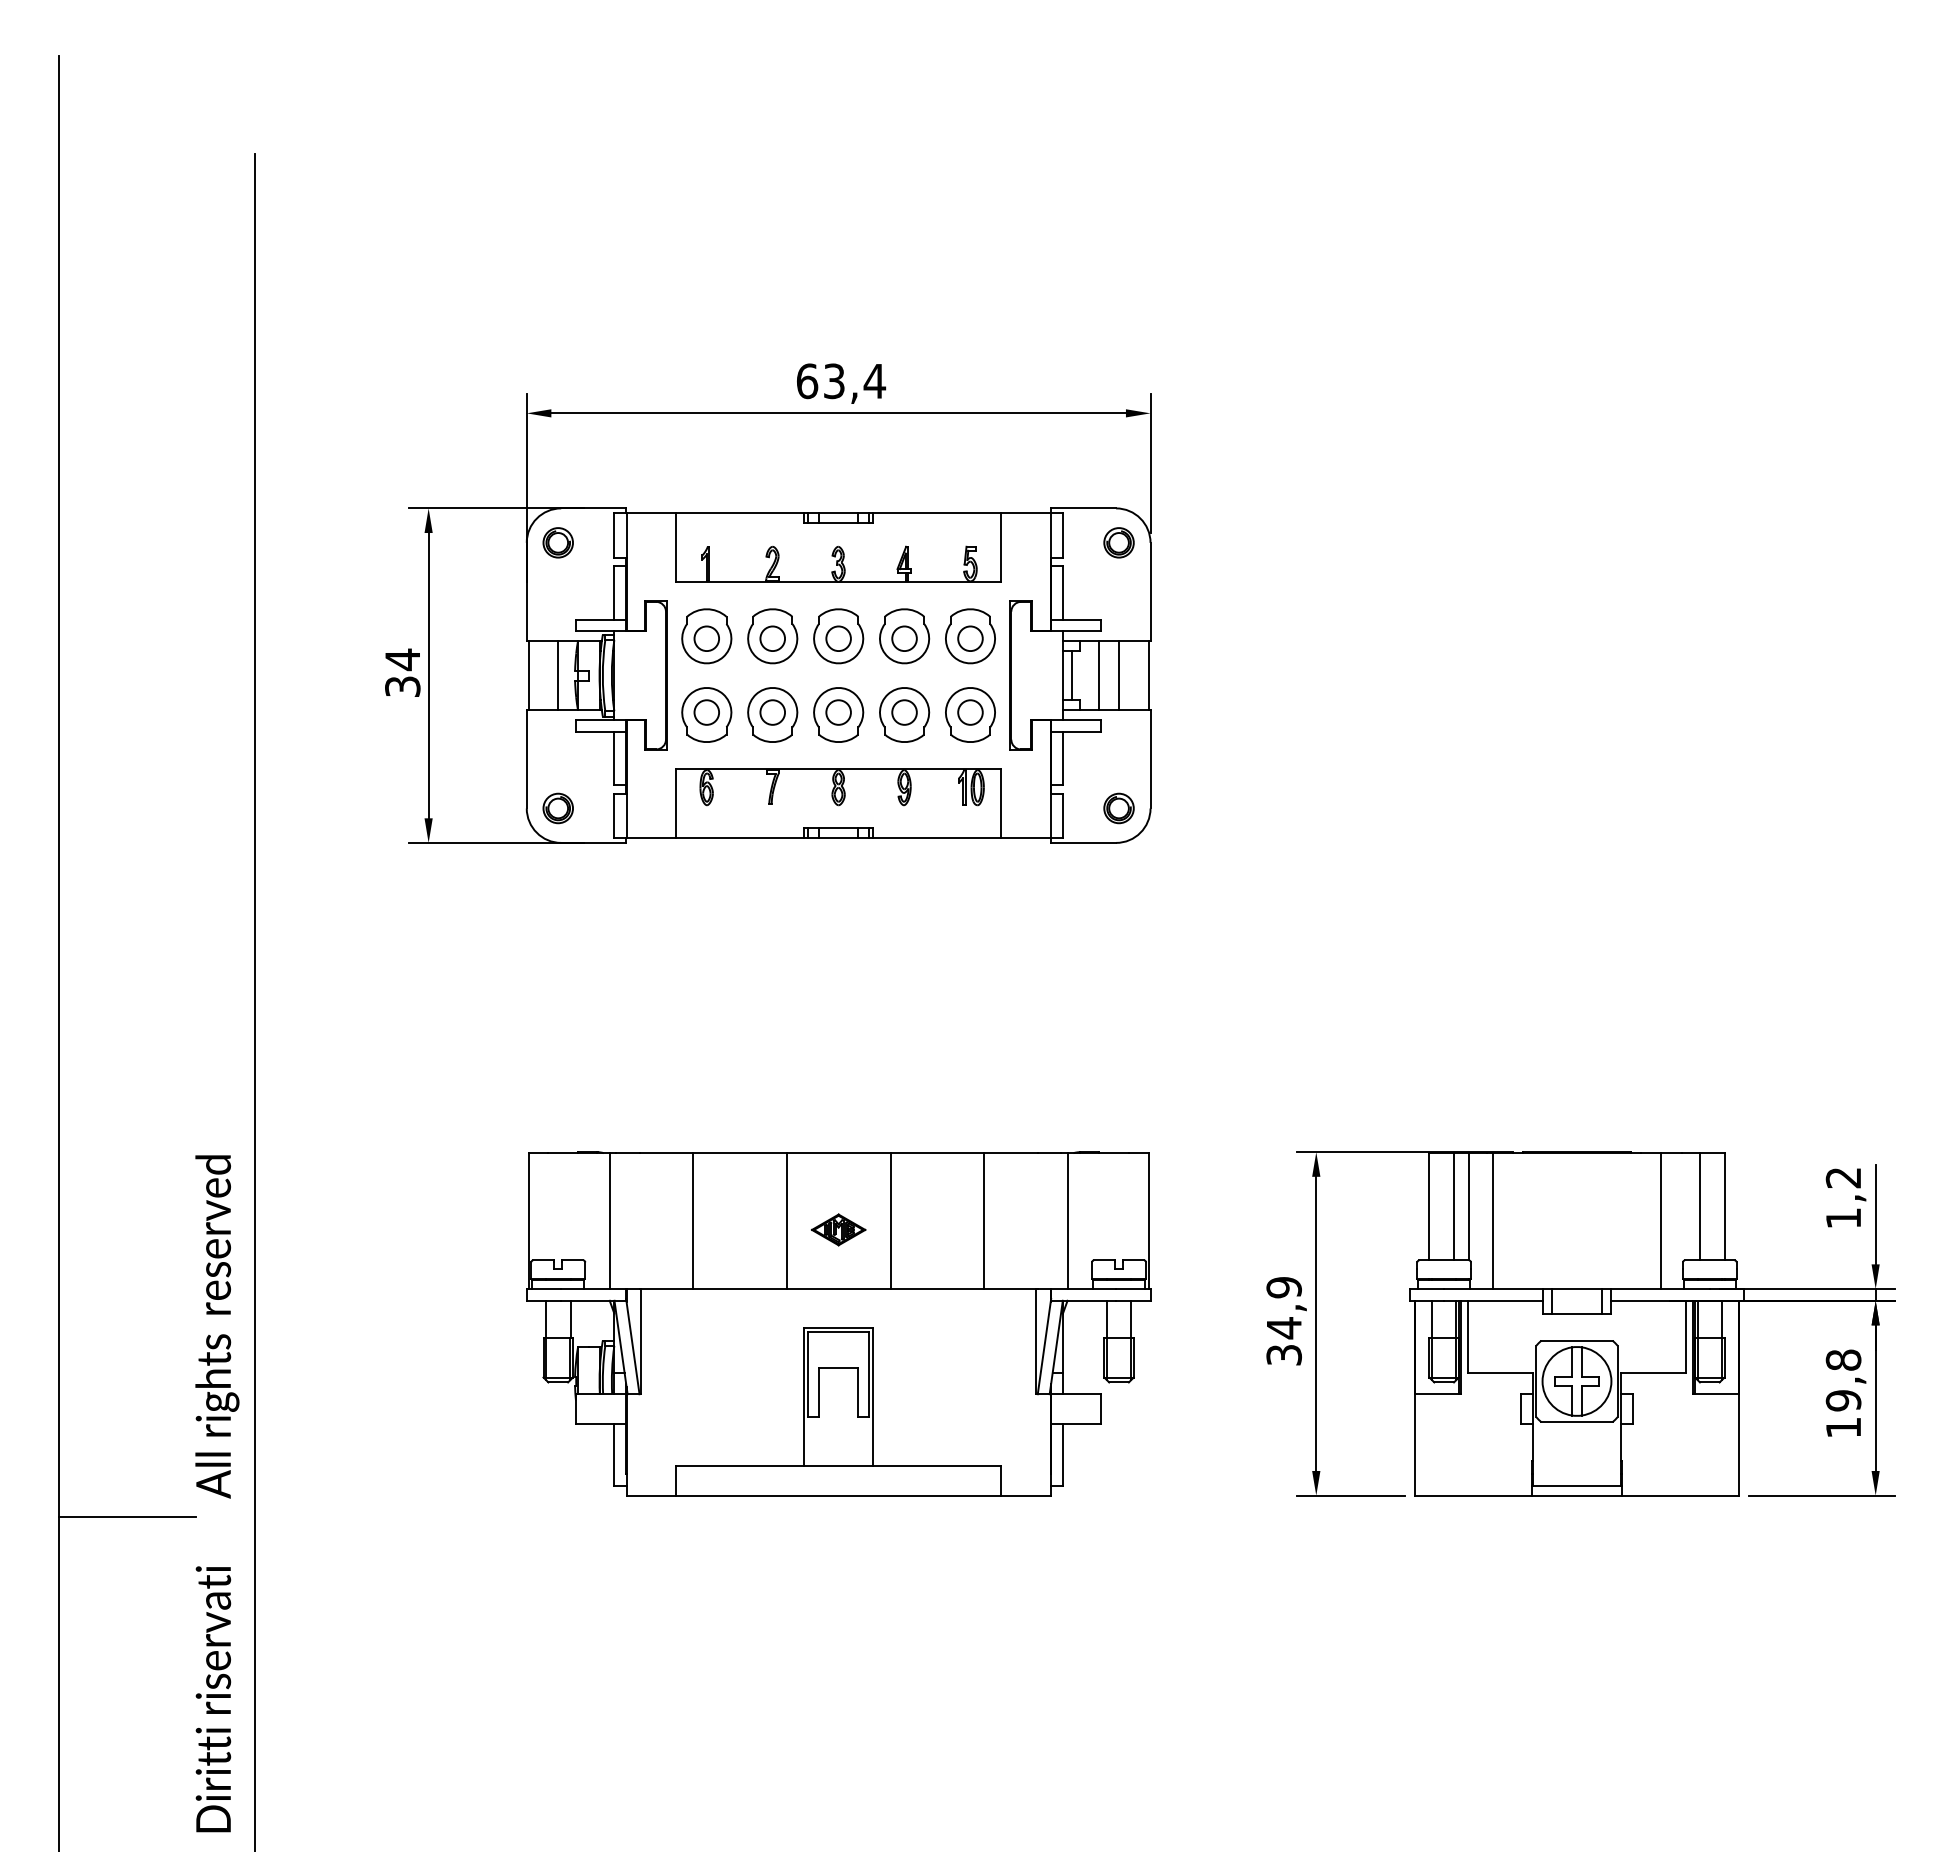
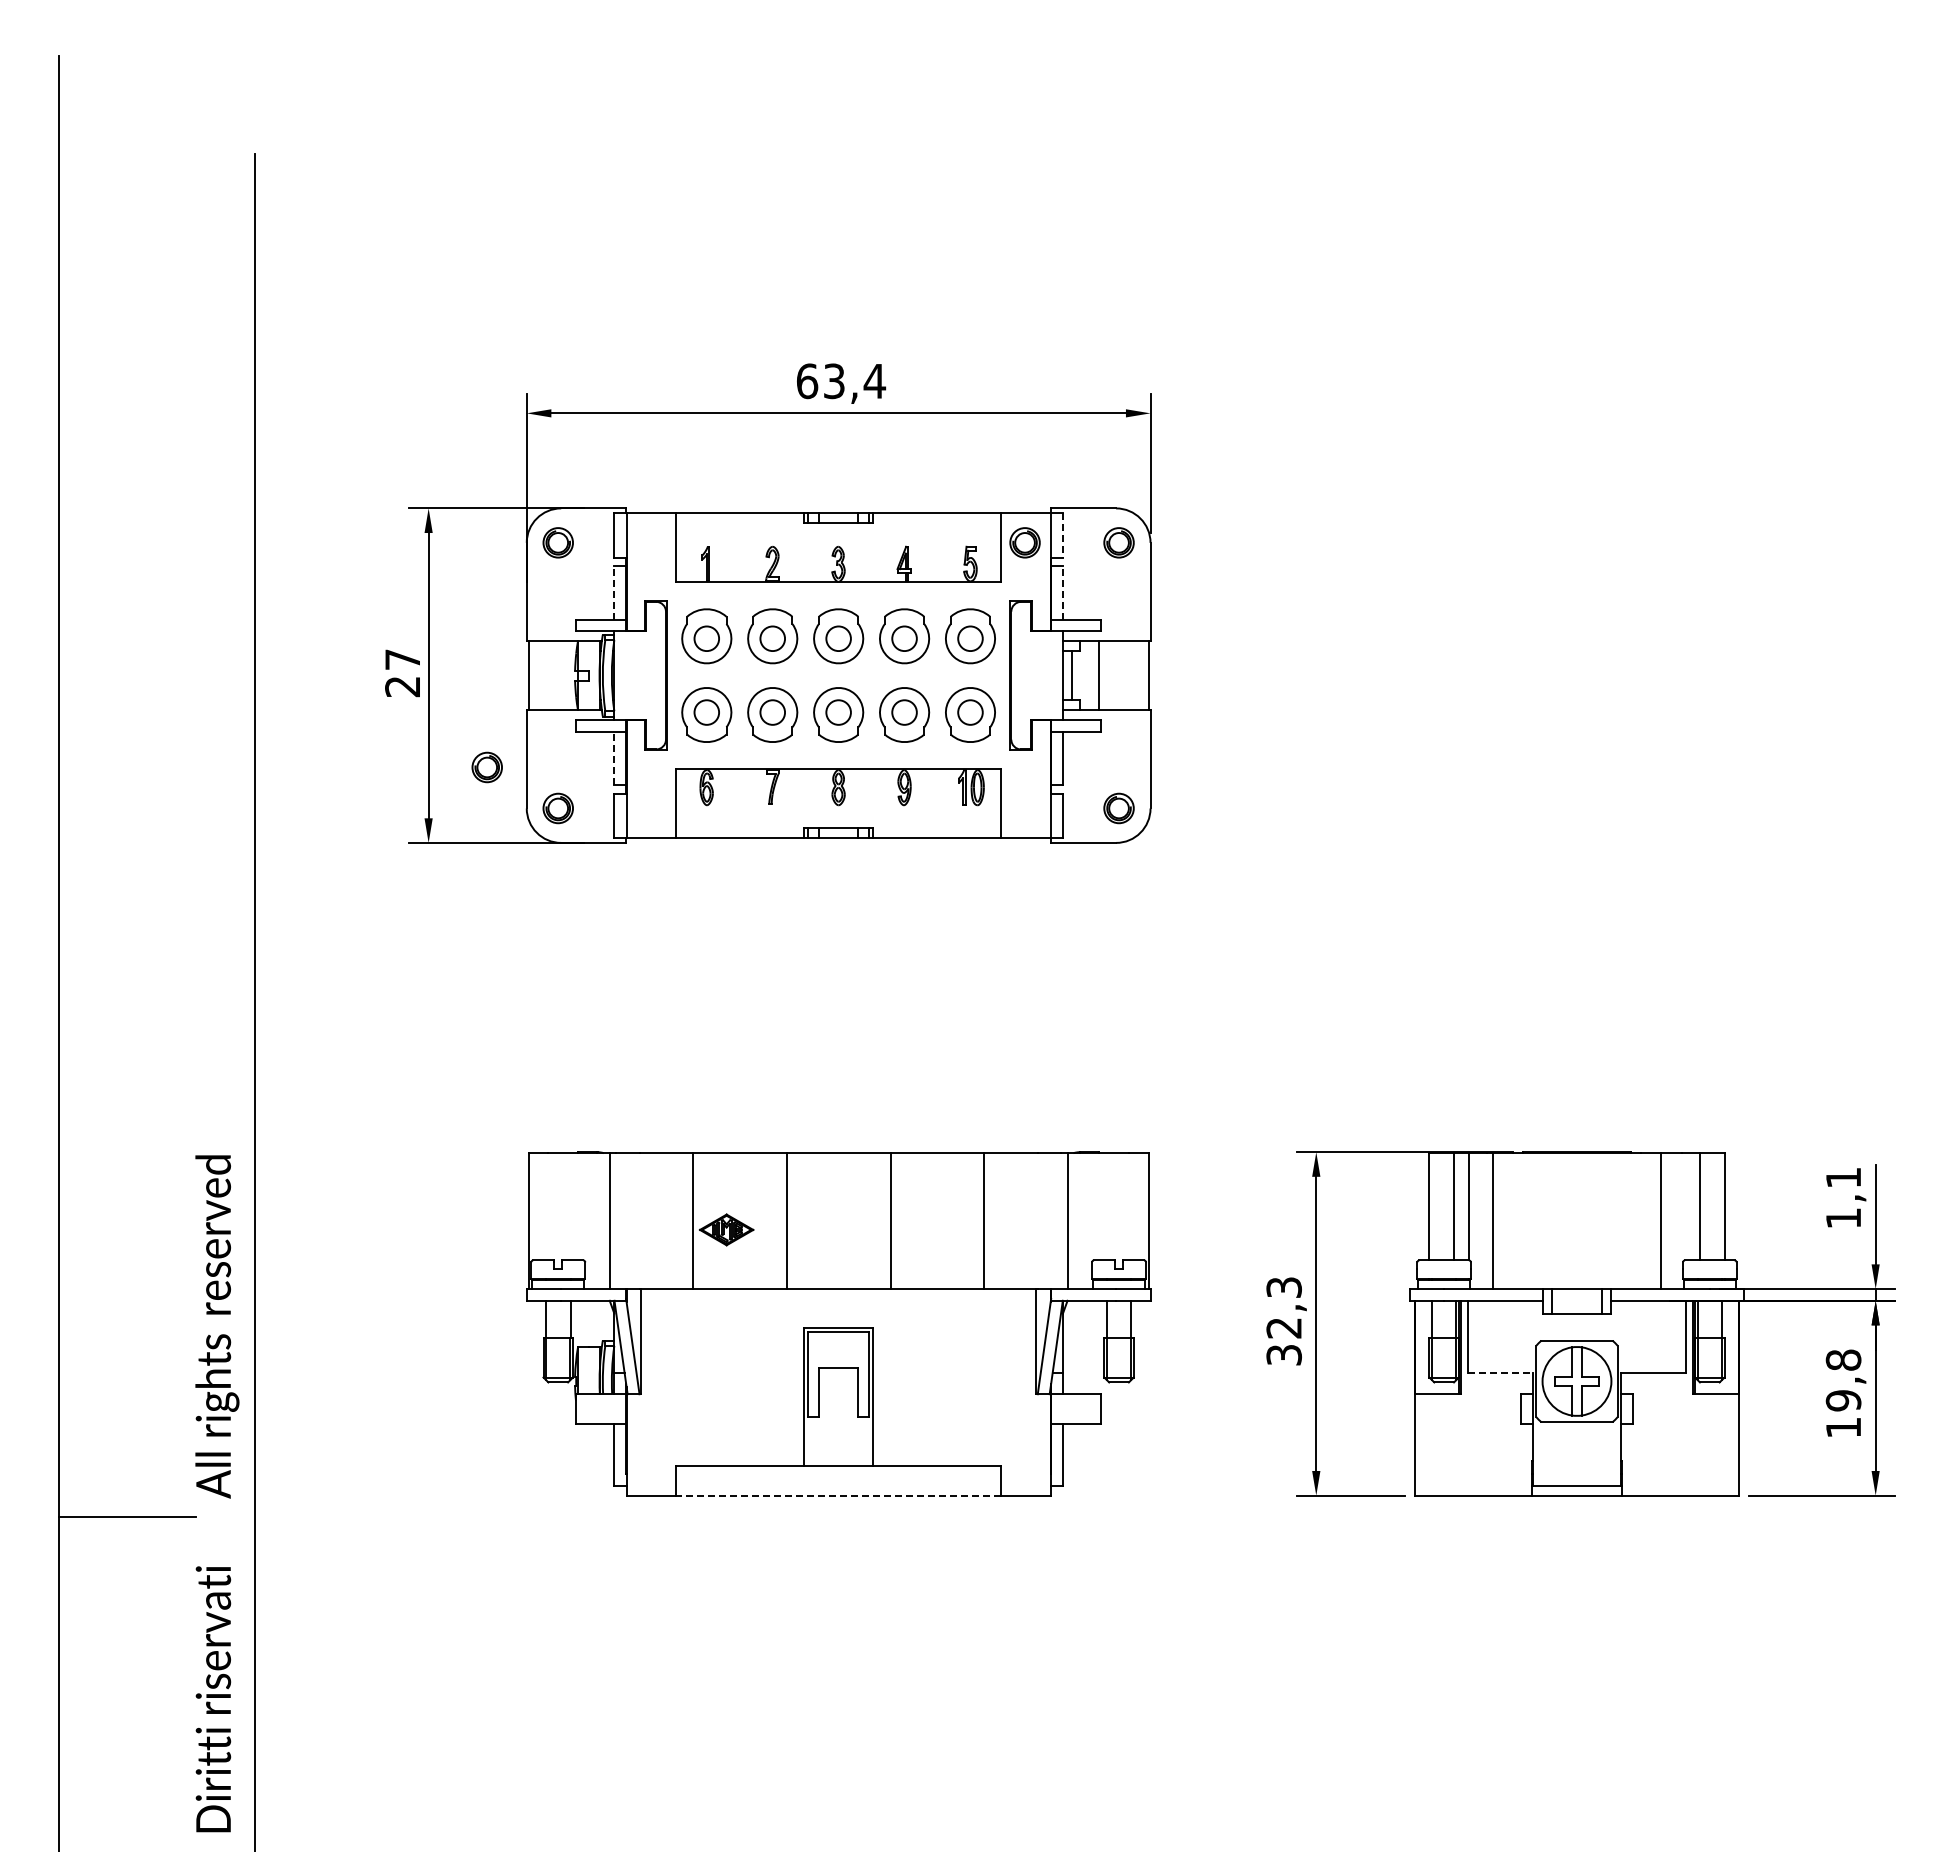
line at (1062, 535): solid -> dashed
part at (1024, 542): none -> present
line at (614, 593): solid -> dashed
line at (1062, 593): solid -> dashed
text at (402, 672): 34 -> 27
line at (558, 675): present -> none
line at (1119, 675): present -> none
line at (614, 758): solid -> dashed
part at (486, 767): none -> present
text at (1842, 1178): 1,2 -> 1,1
part at (838, 1229) position: (838, 1229) -> (726, 1229)
text at (1283, 1308): 34,9 -> 32,3
line at (1500, 1372): solid -> dashed
line at (838, 1495): solid -> dashed
